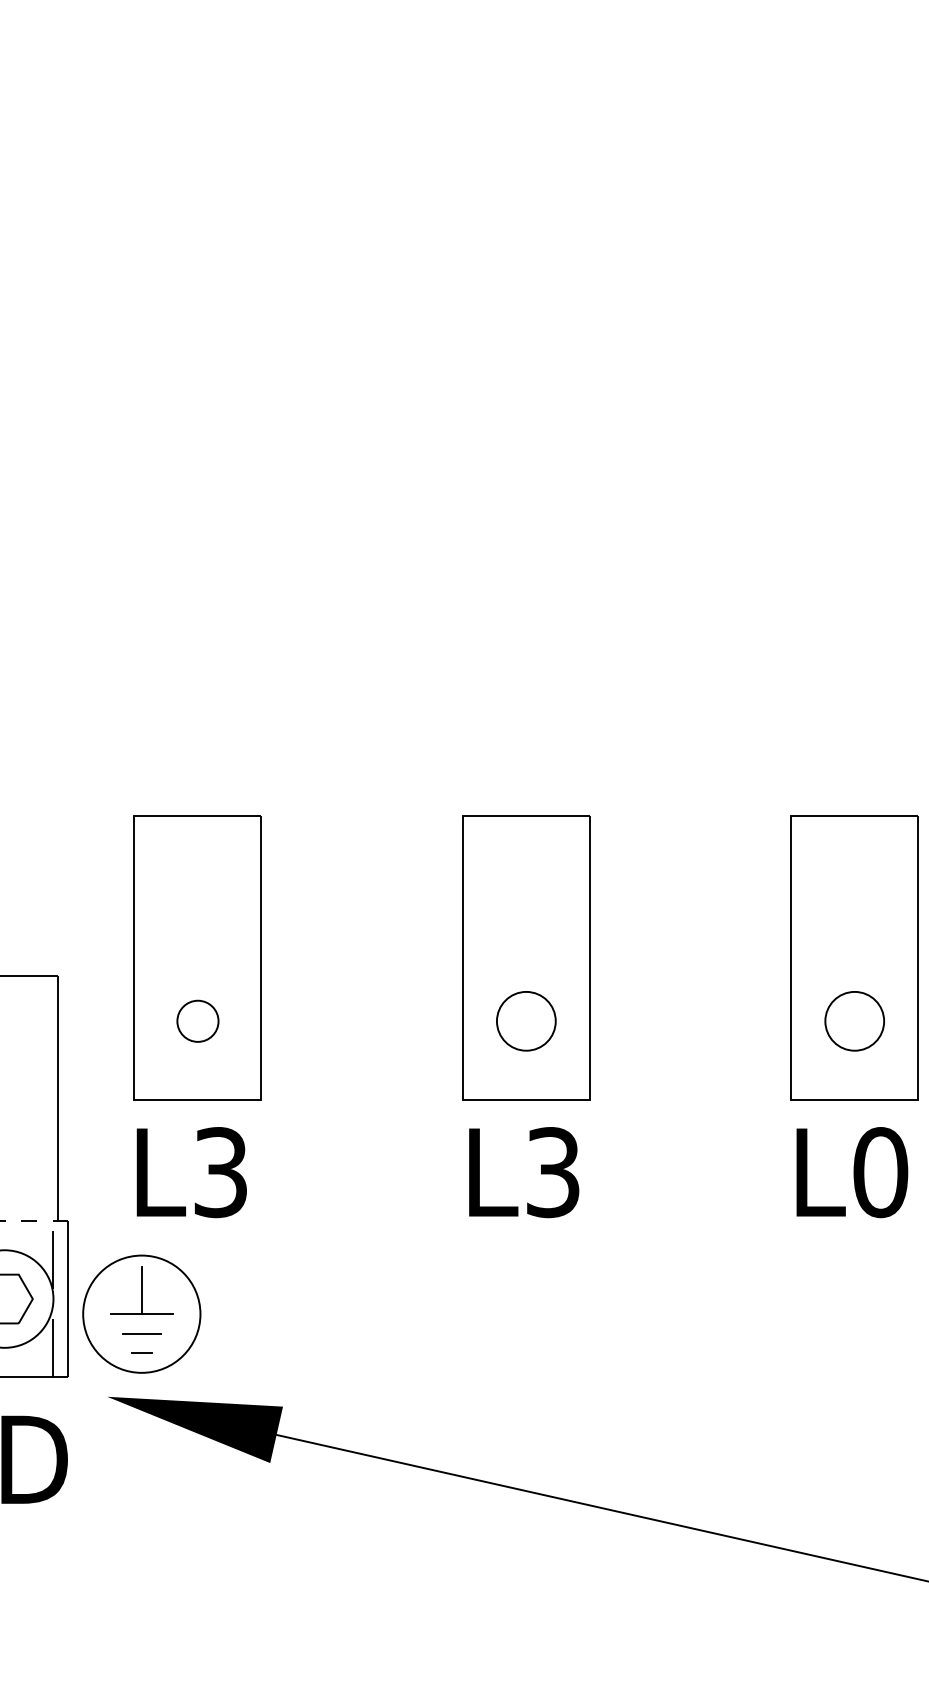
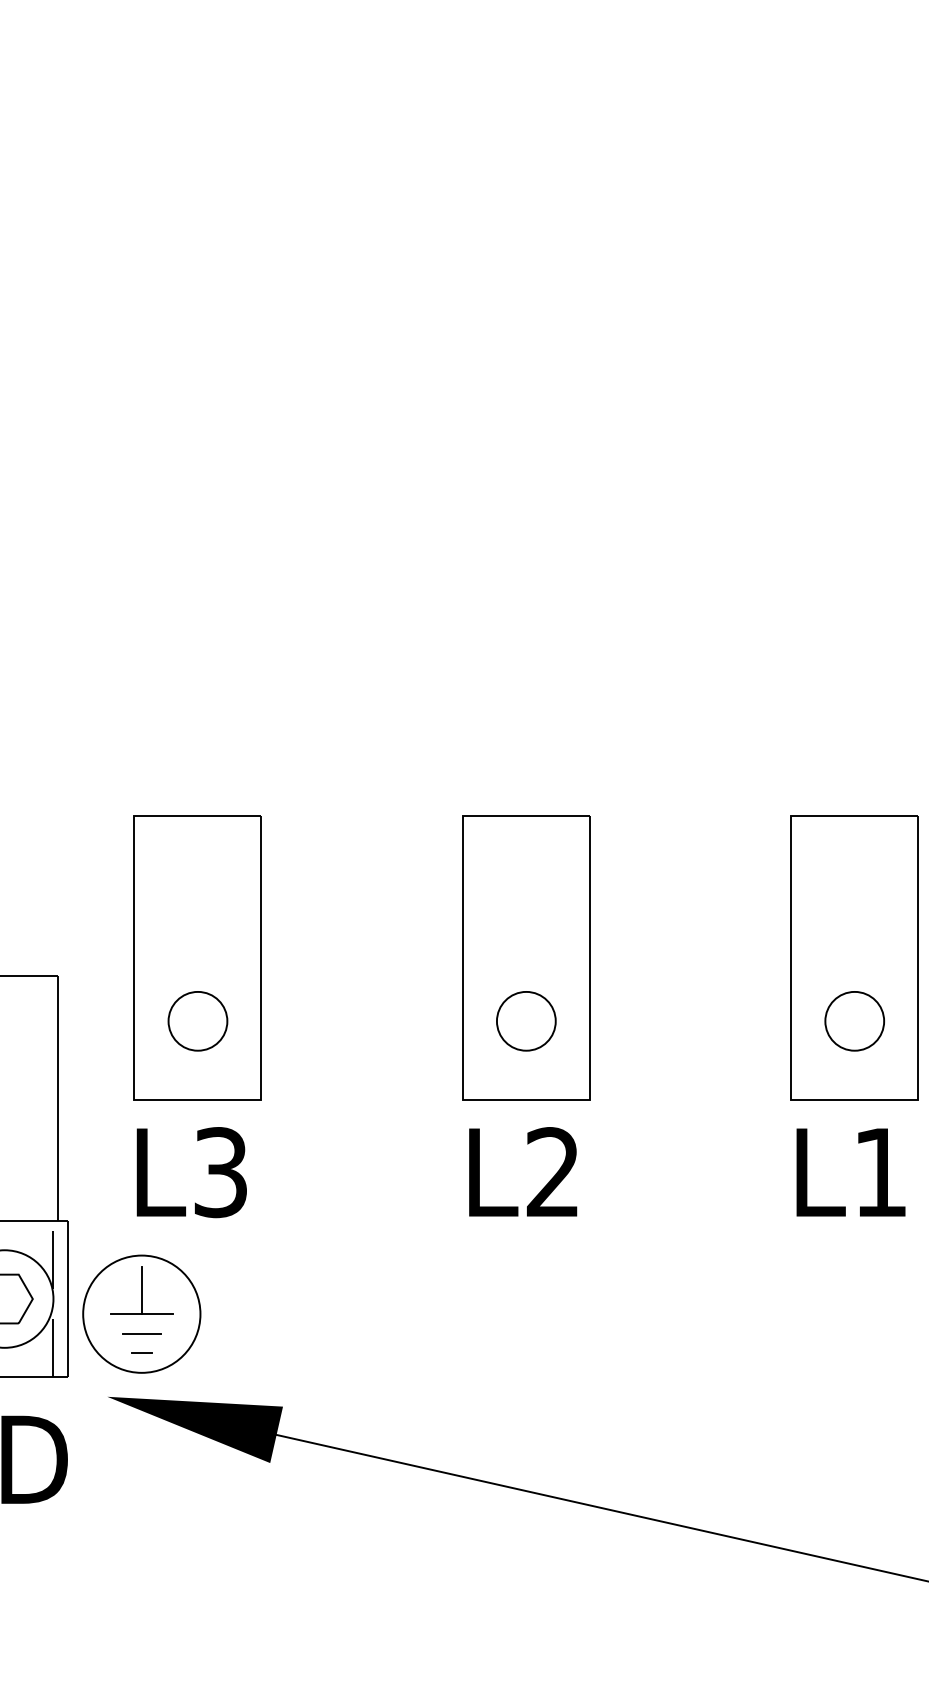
circle at (197, 1020) diameter: 41 px -> 59 px
text at (552, 1172): L3 -> L2
text at (880, 1172): L0 -> L1
line at (34, 1220): dashed -> solid
